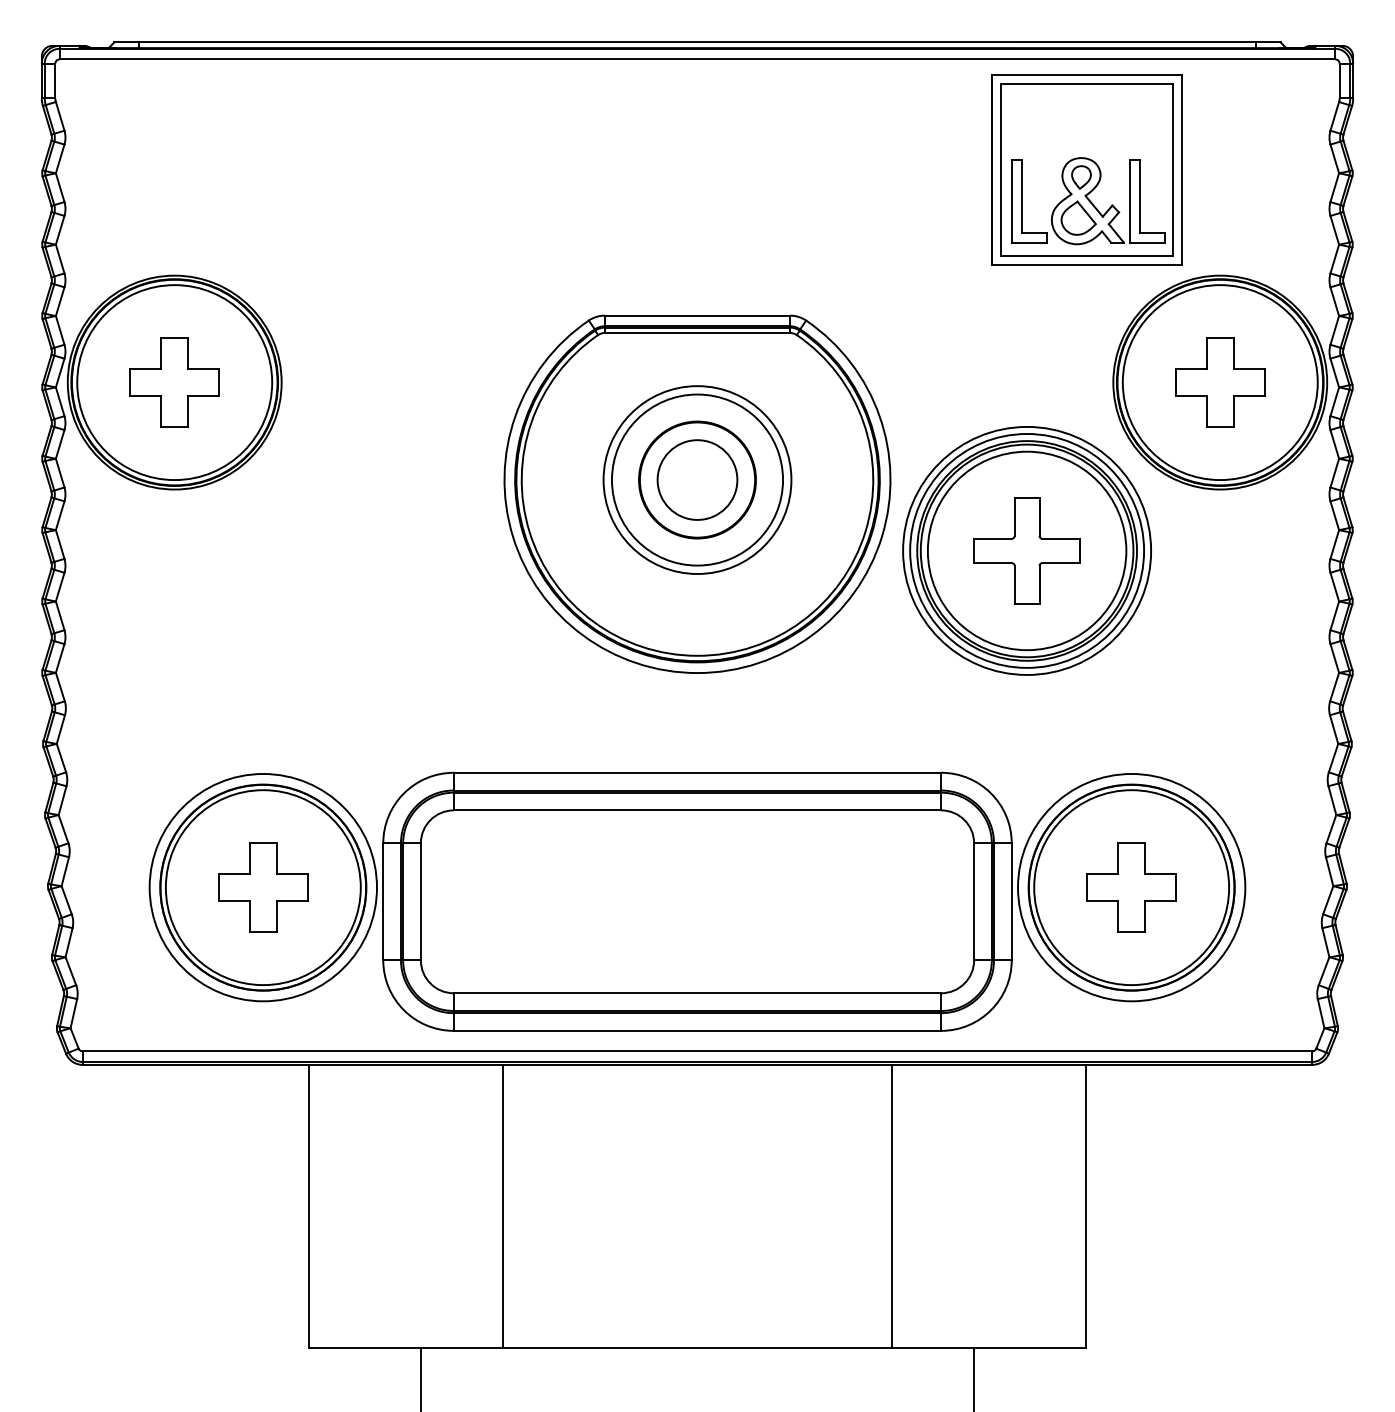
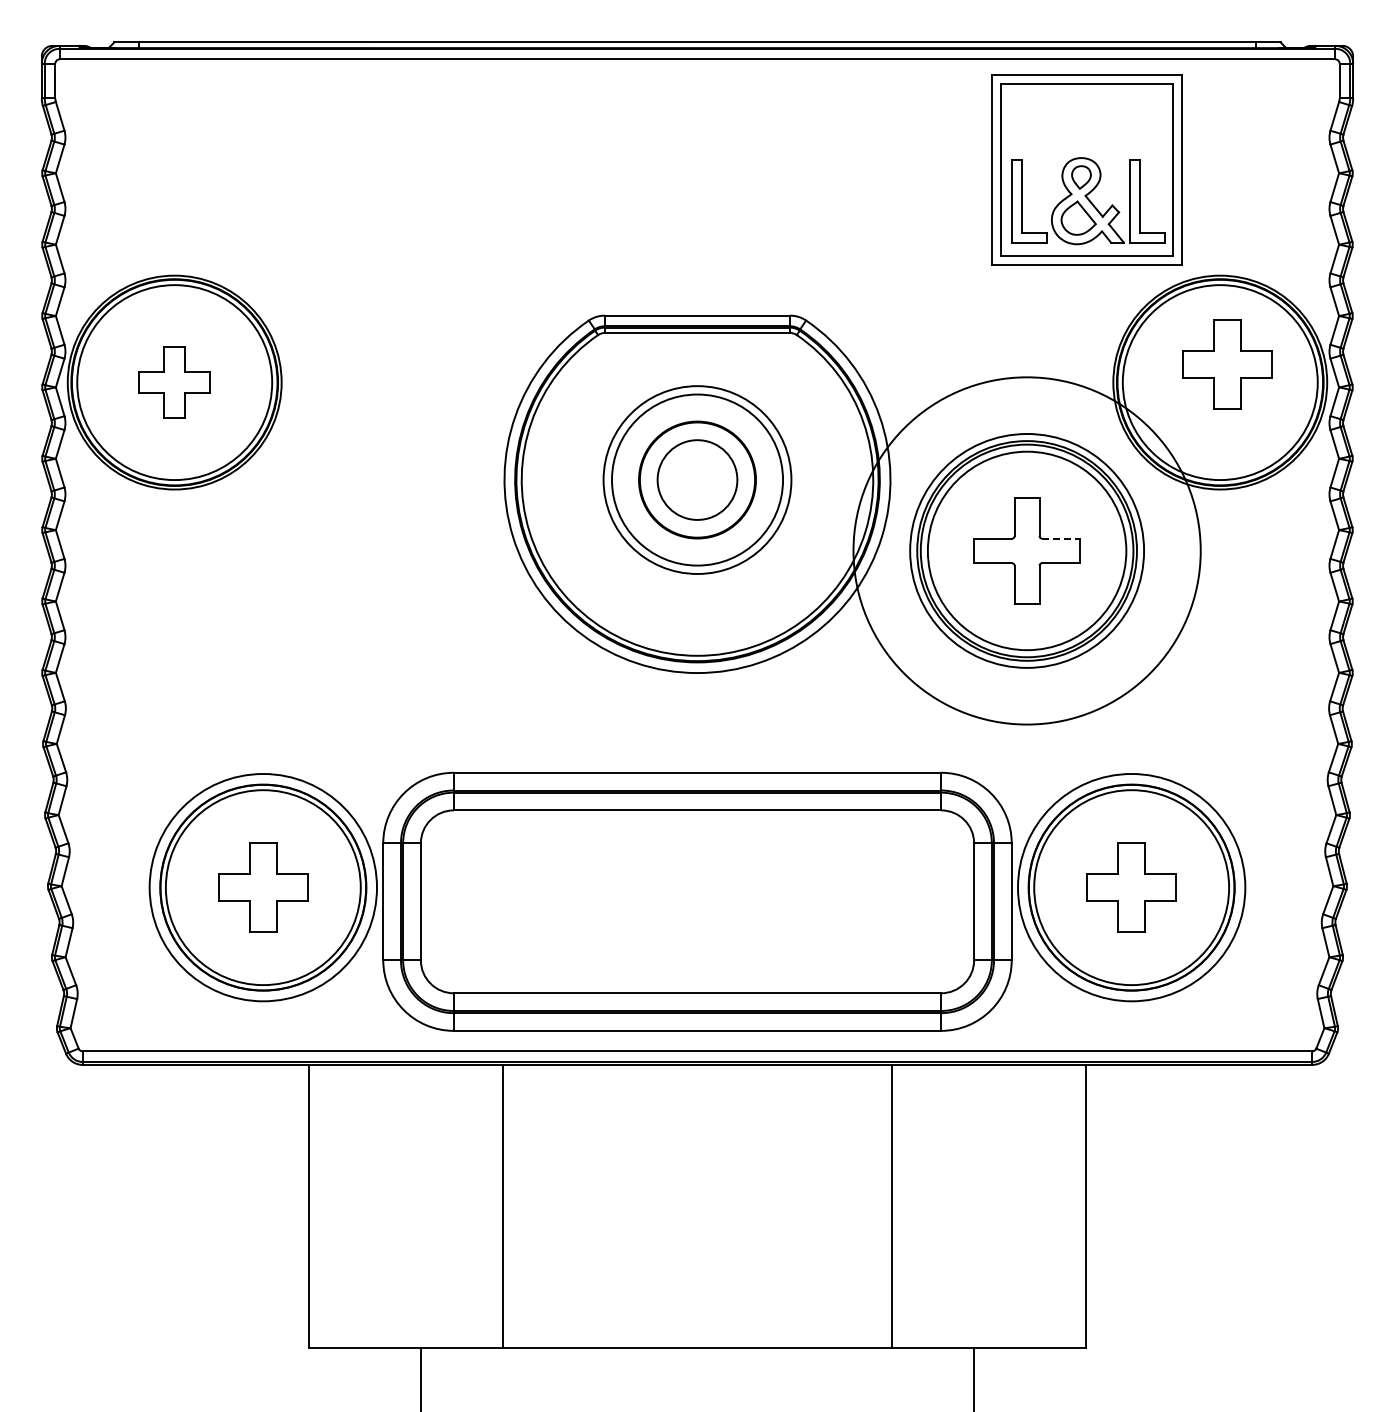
part at (174, 382) size: 91x91 px -> 73x73 px
part at (1220, 382) position: (1220, 382) -> (1227, 364)
line at (1061, 538): solid -> dashed
circle at (1027, 550) diameter: 248 px -> 347 px
